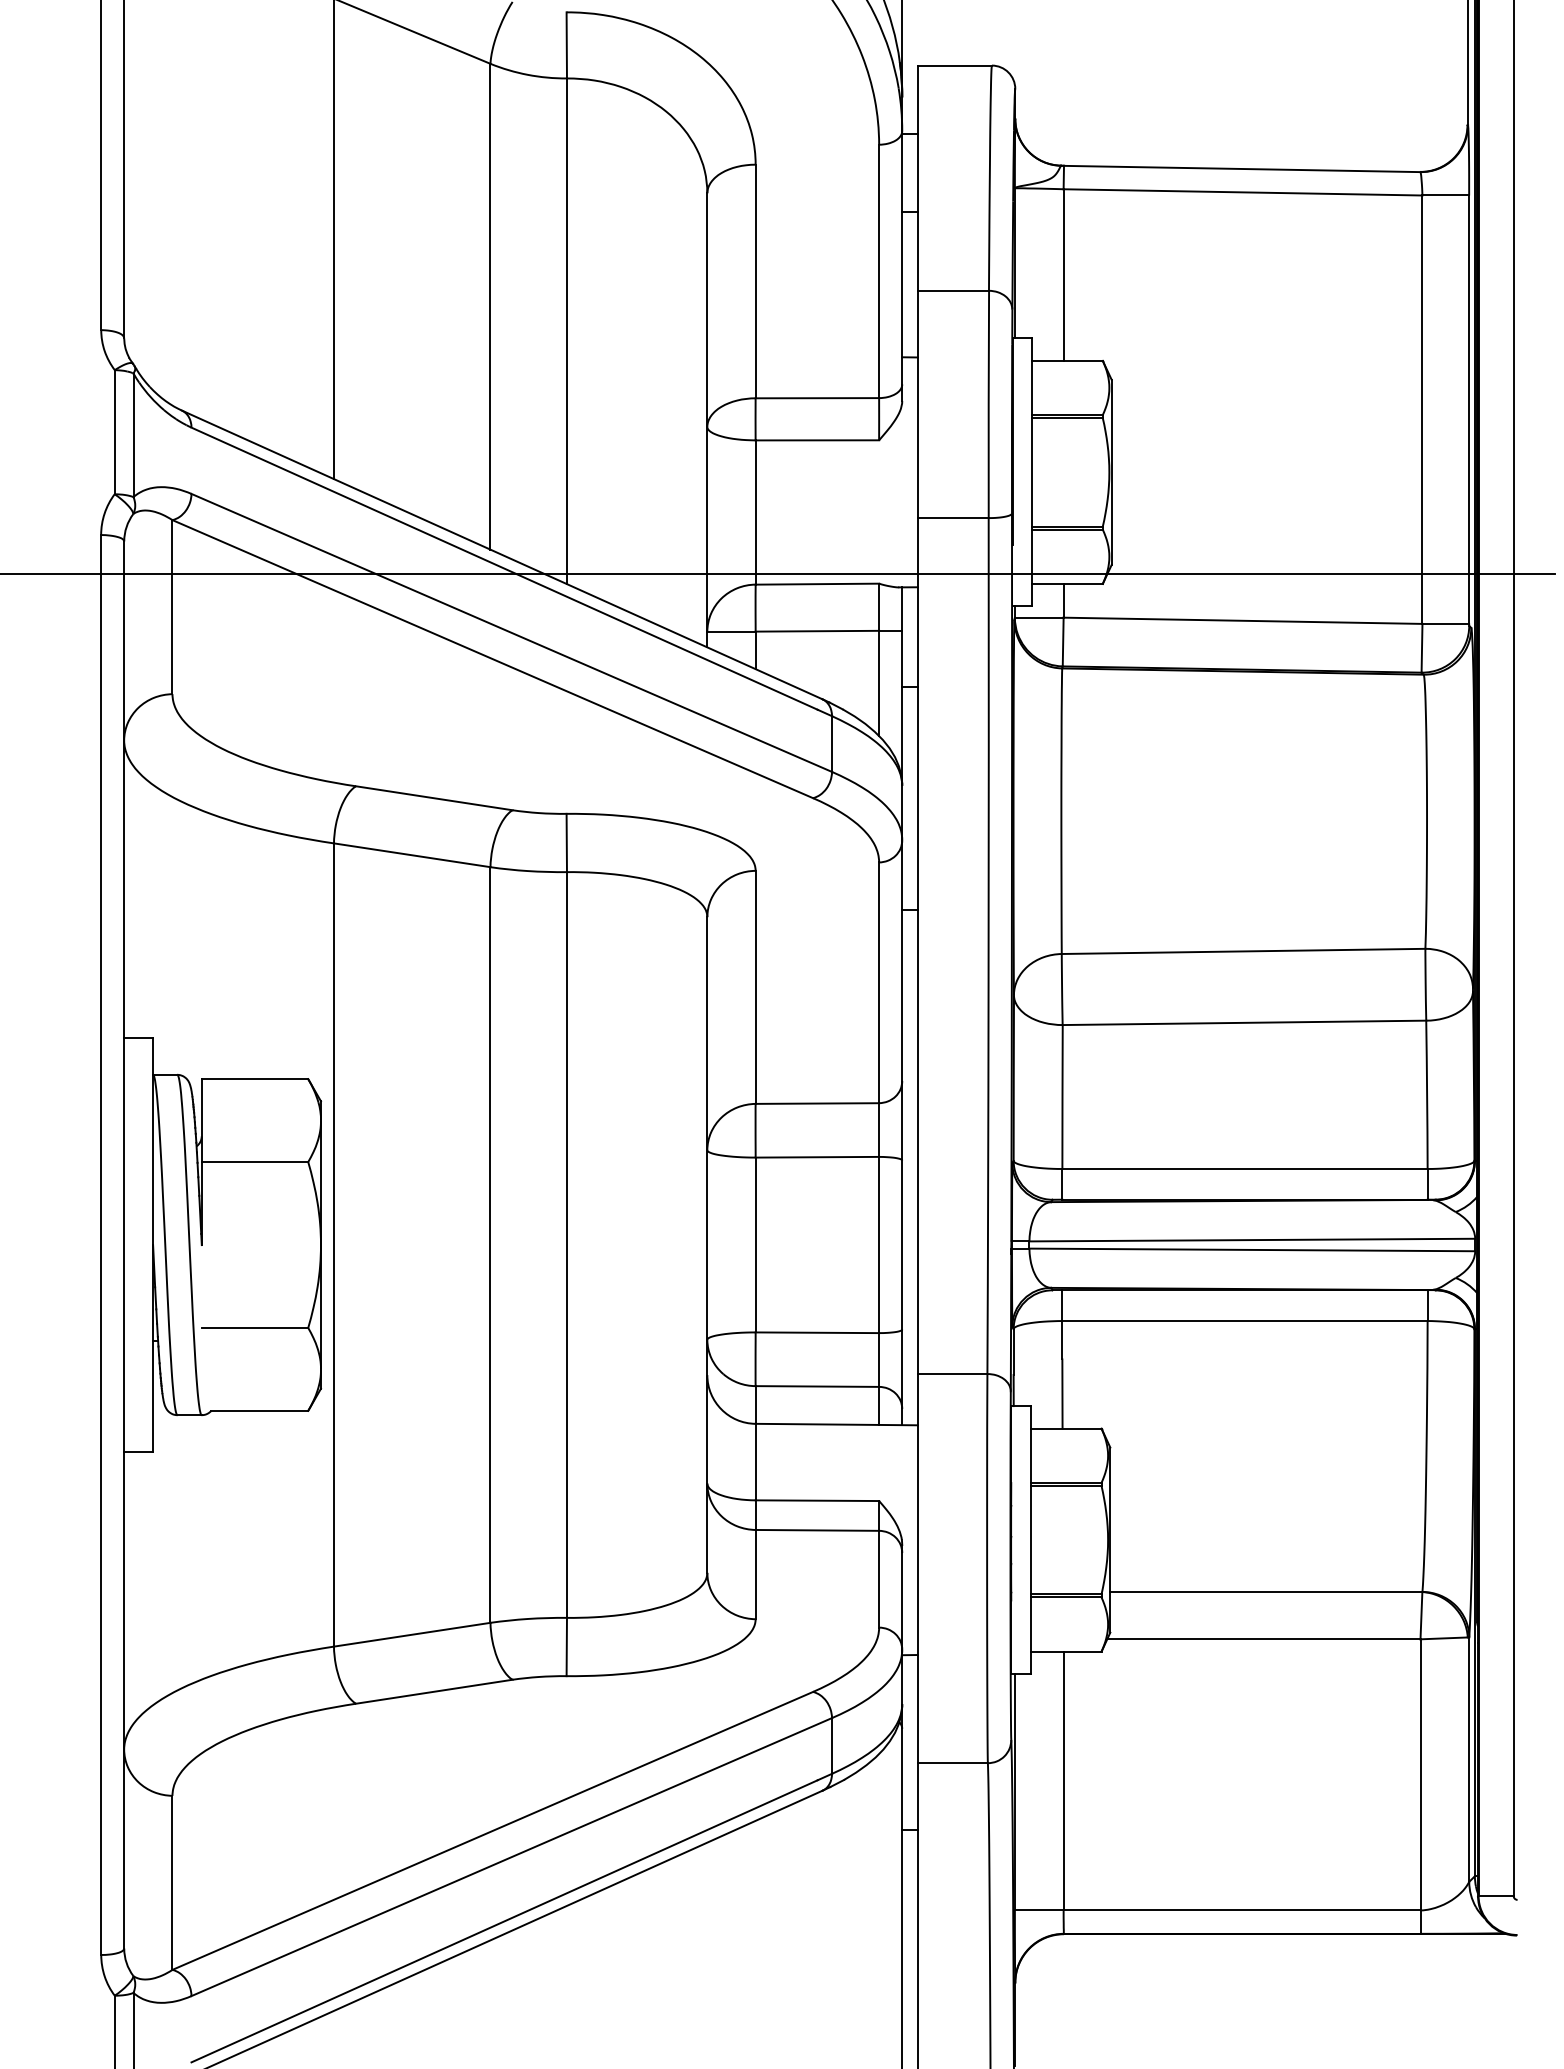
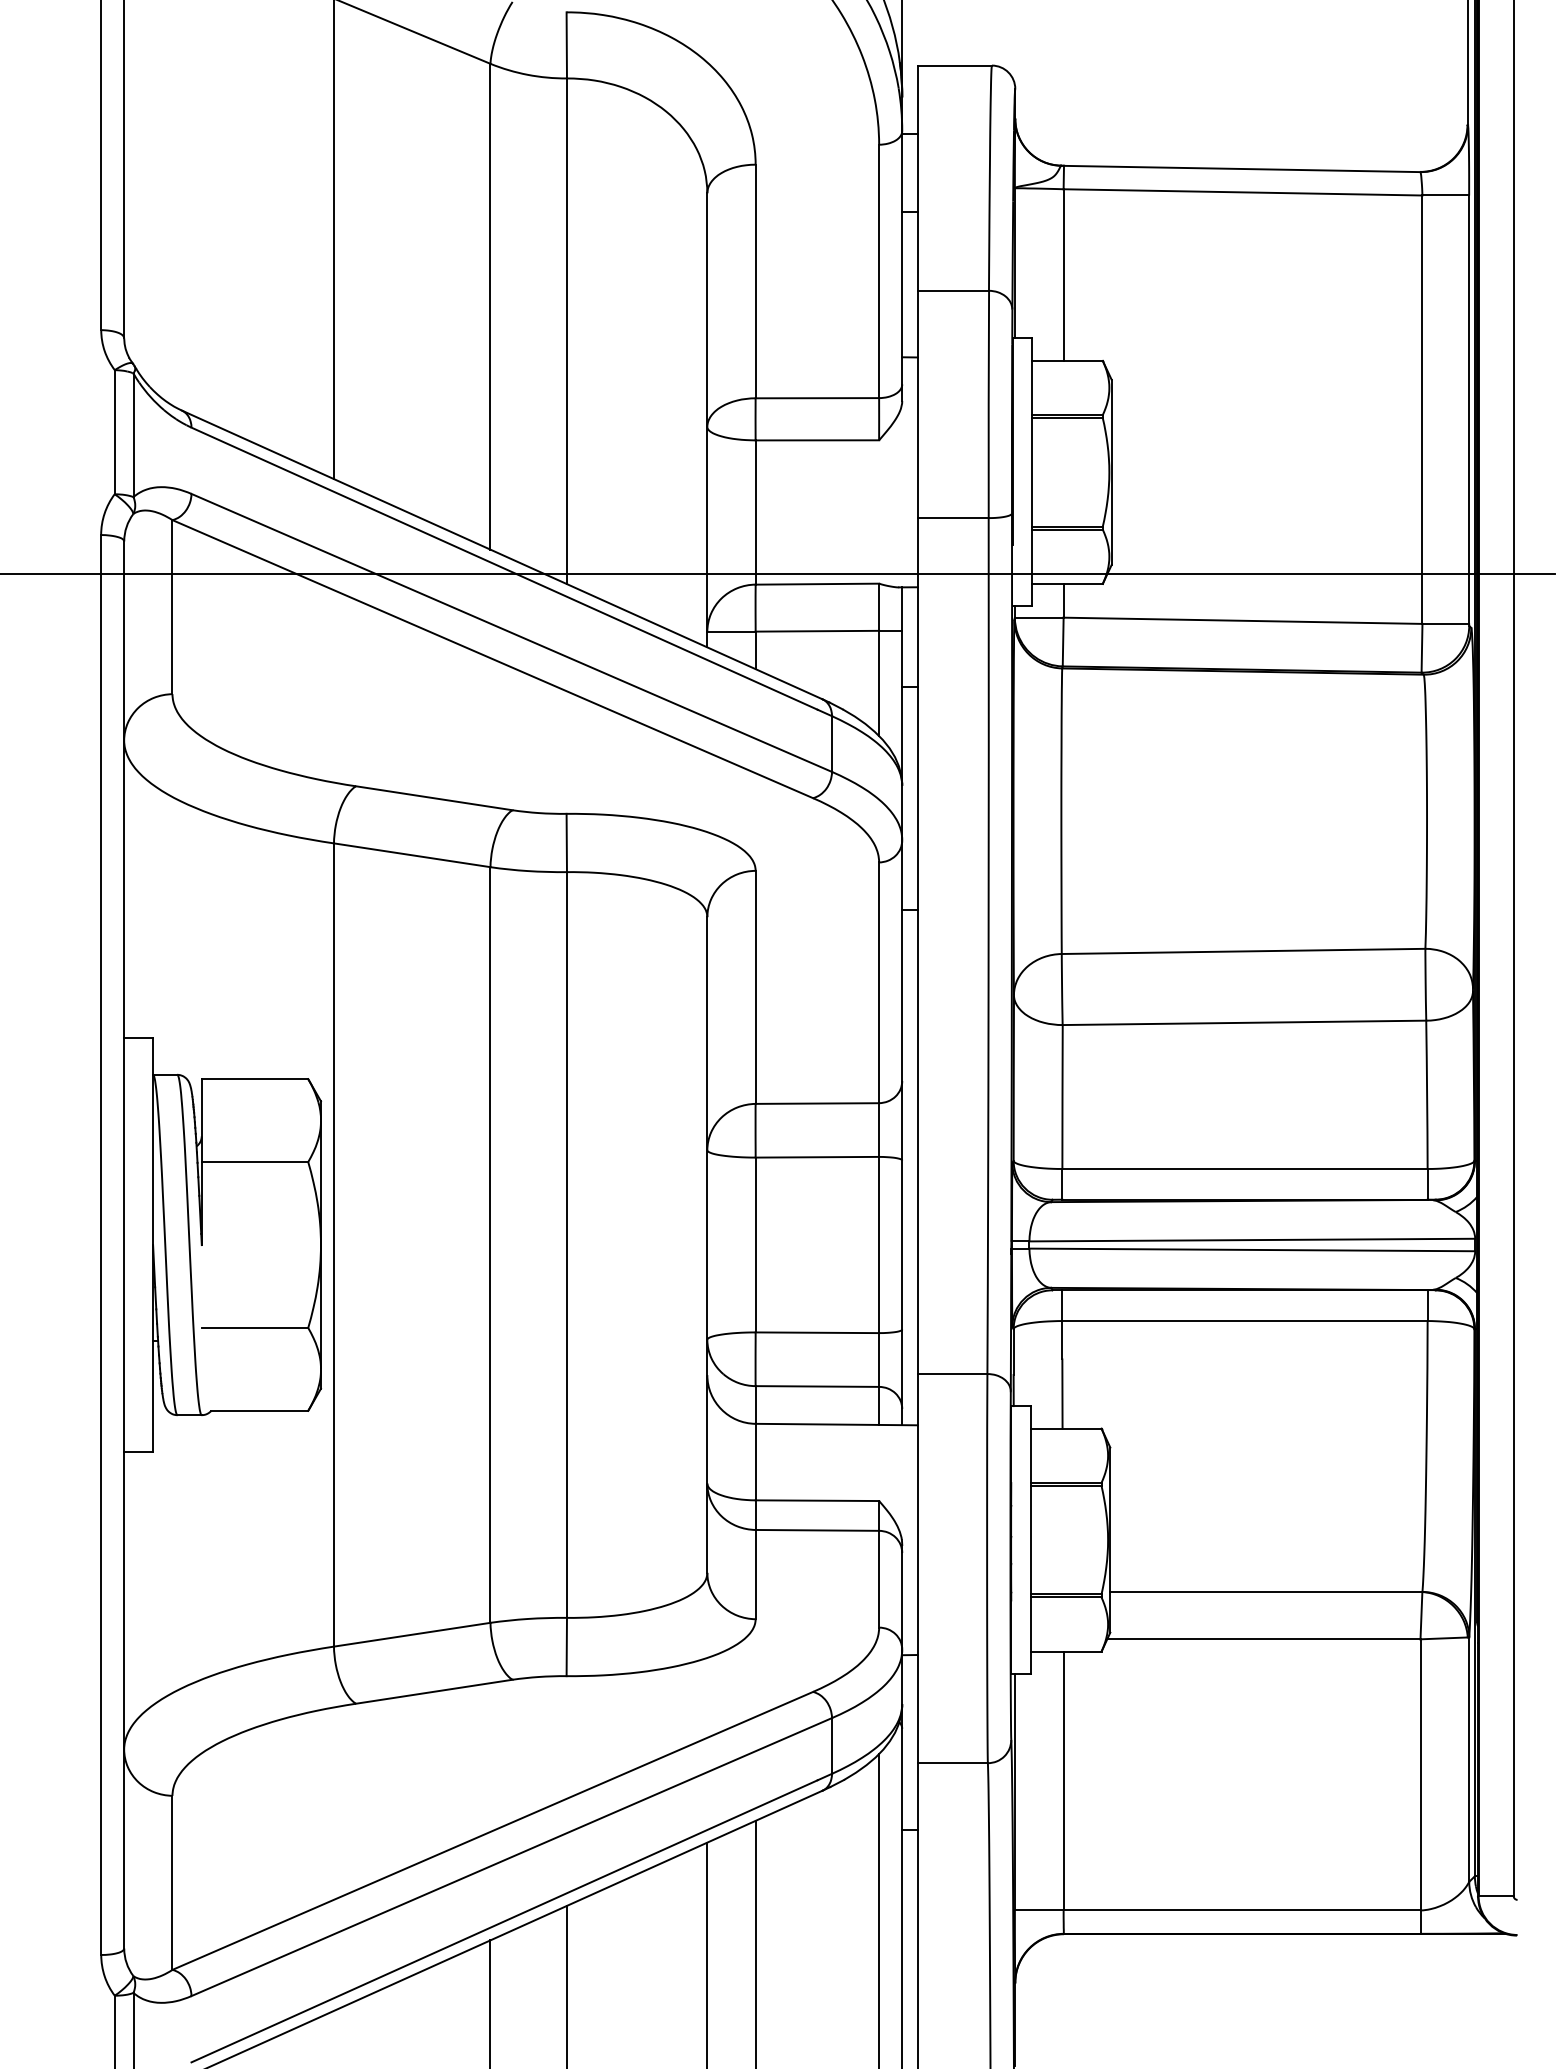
line at (879, 1909): none -> present
line at (755, 1942): none -> present
line at (707, 1953): none -> present
line at (566, 1985): none -> present
line at (490, 2002): none -> present
